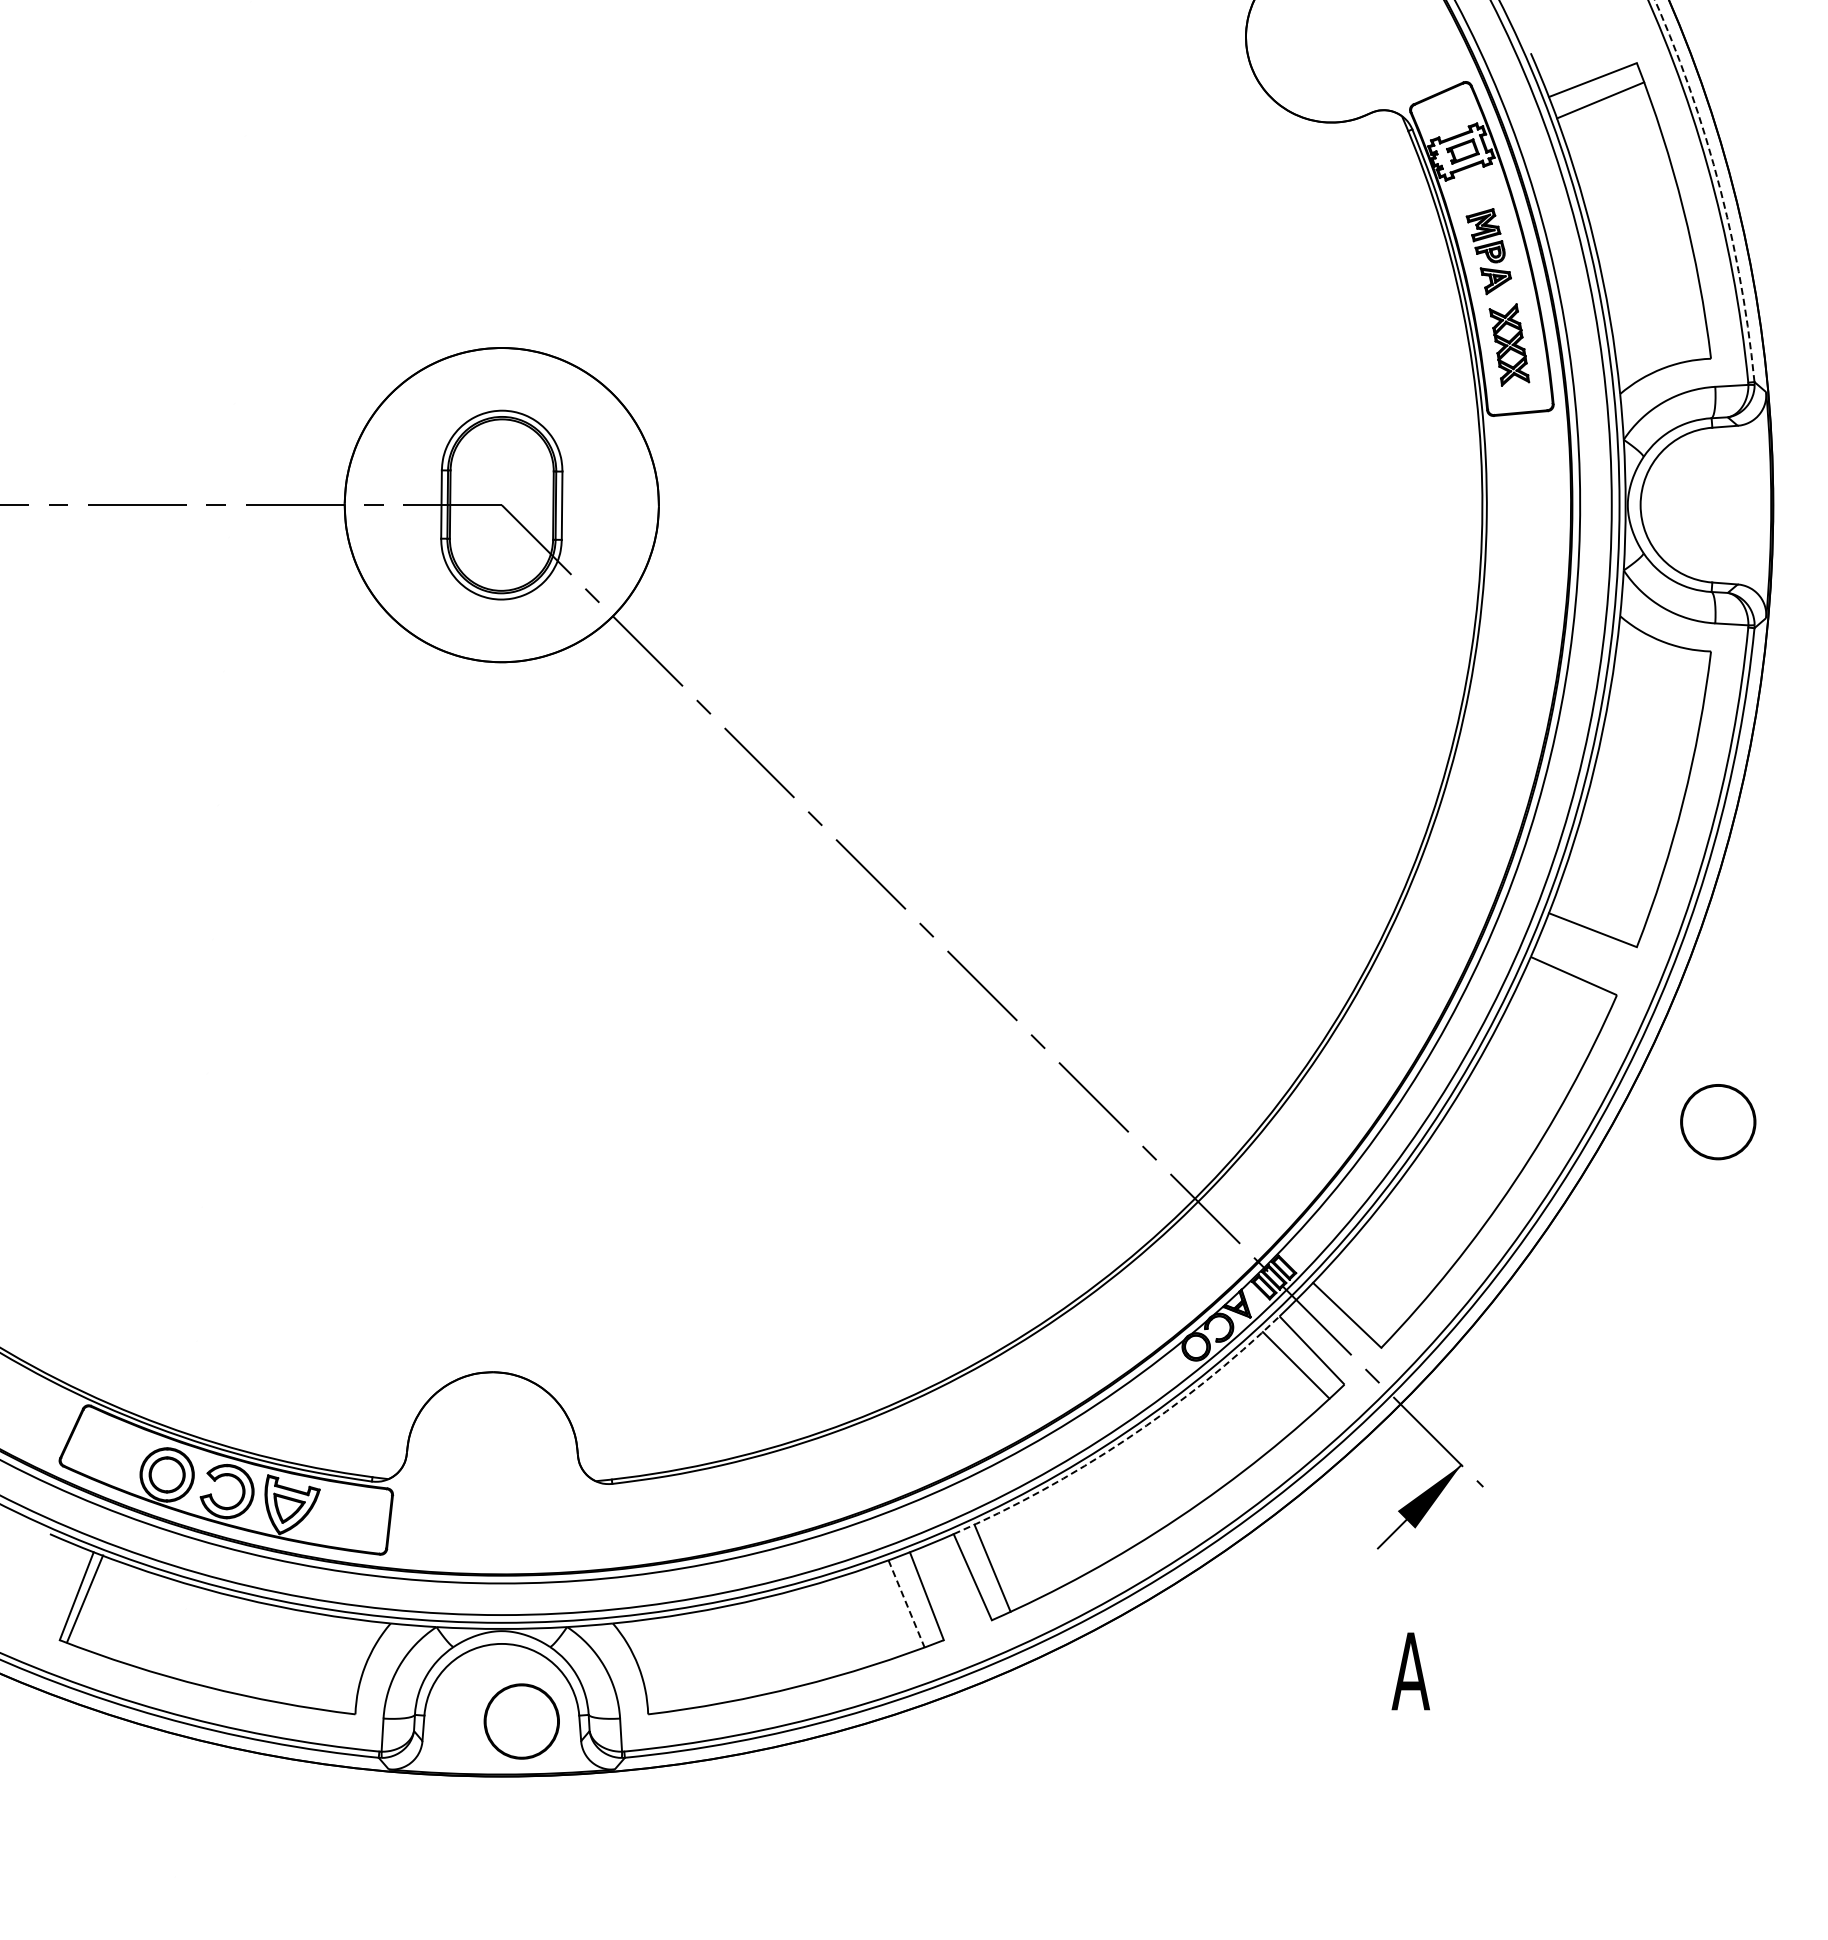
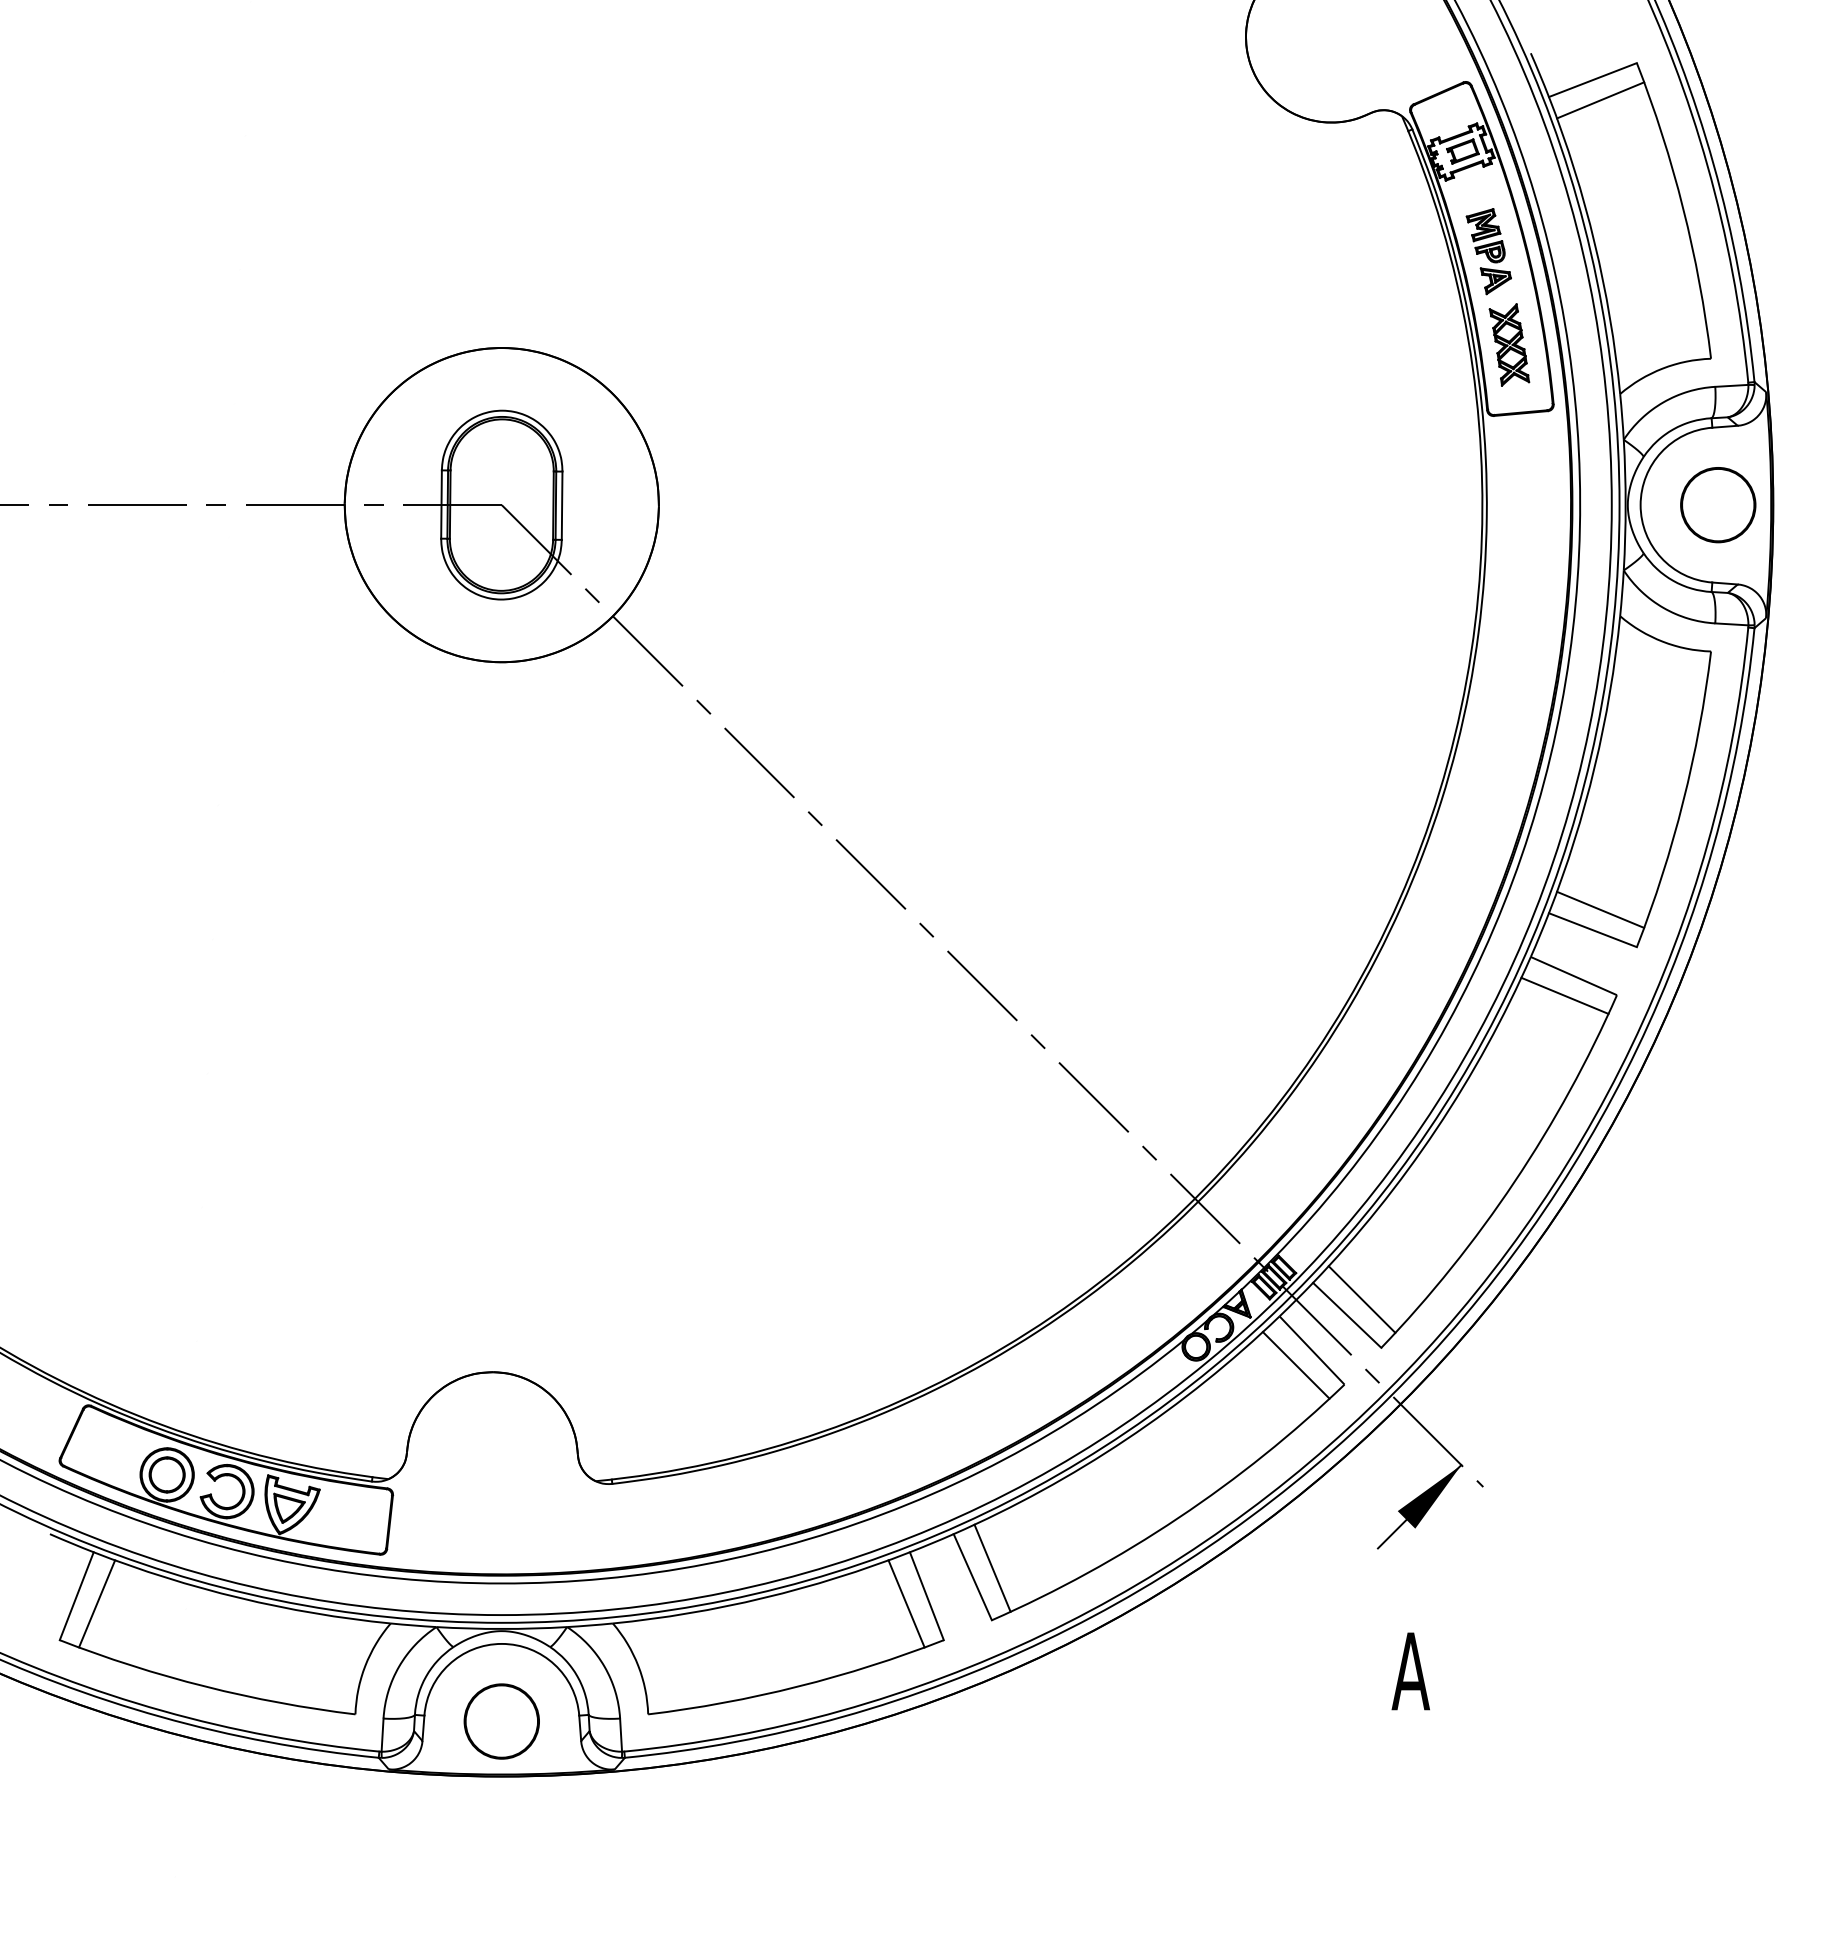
arc at (1719, 186): dashed -> solid
line at (1600, 909): none -> present
line at (1564, 995): none -> present
part at (1718, 1122) position: (1718, 1122) -> (1718, 505)
line at (1361, 1299): none -> present
arc at (1126, 1439): dashed -> solid
line at (85, 1598) position: (85, 1598) -> (97, 1603)
line at (906, 1604): dashed -> solid
circle at (521, 1721) position: (521, 1721) -> (501, 1721)
